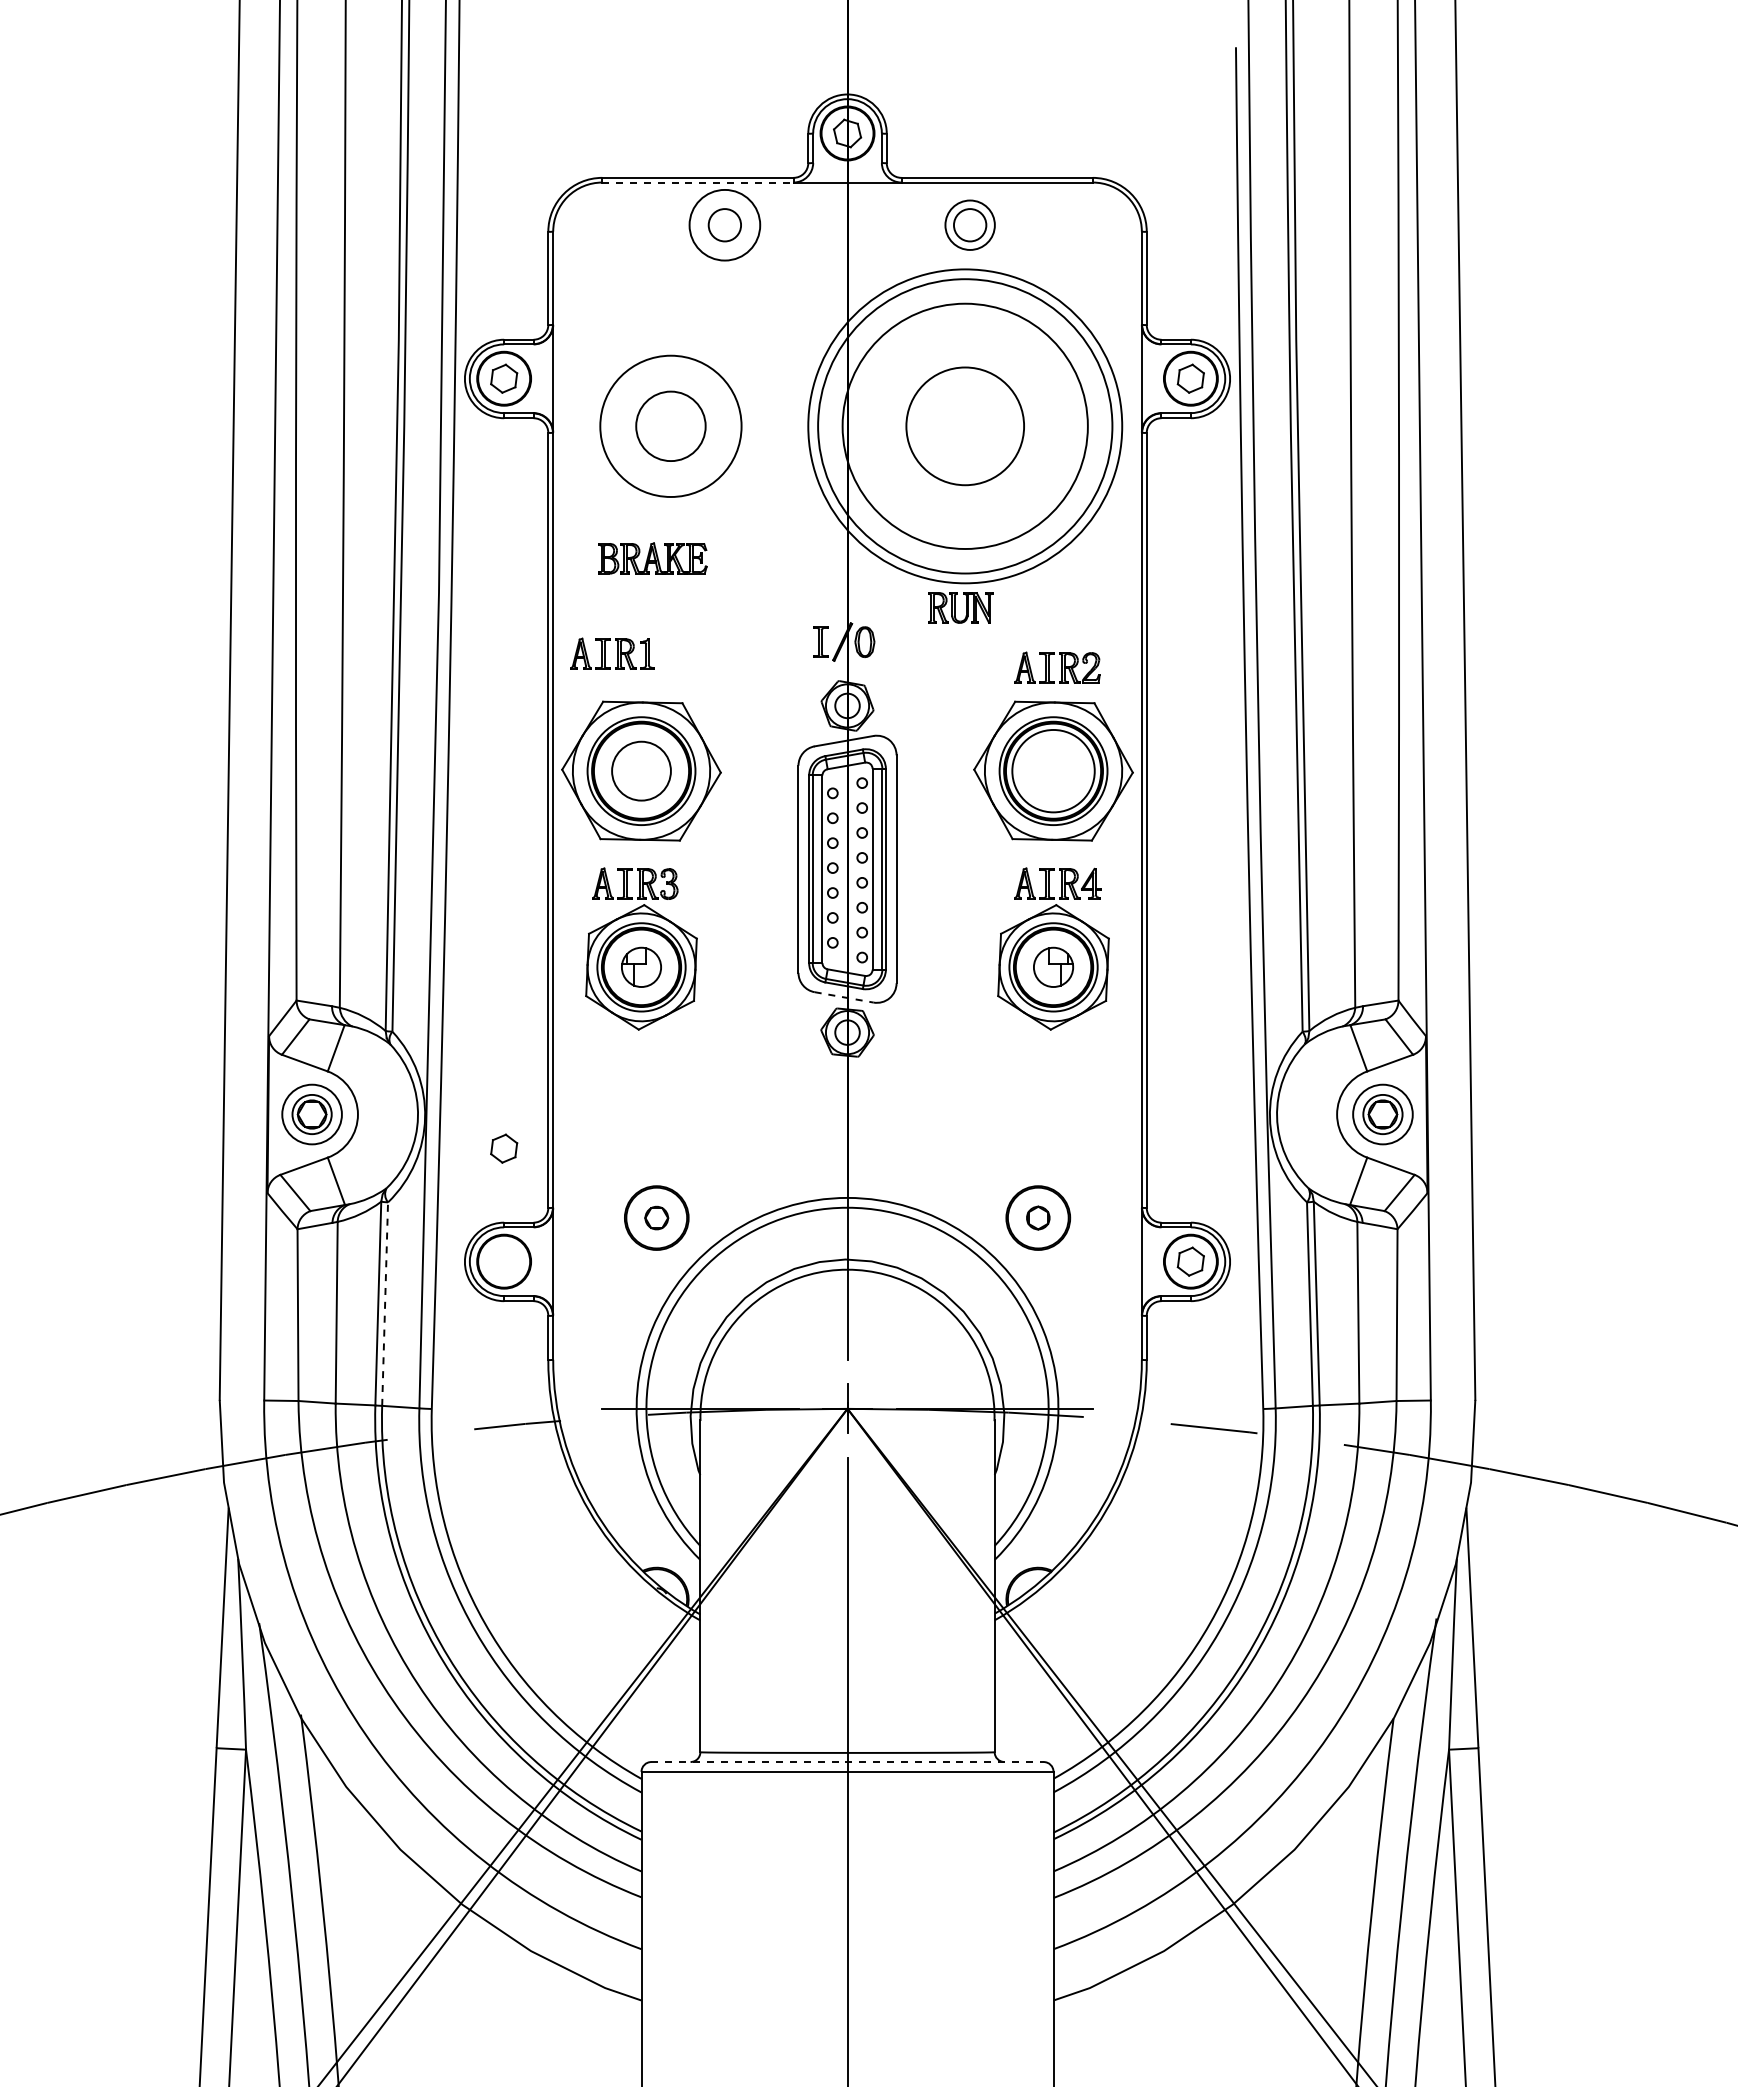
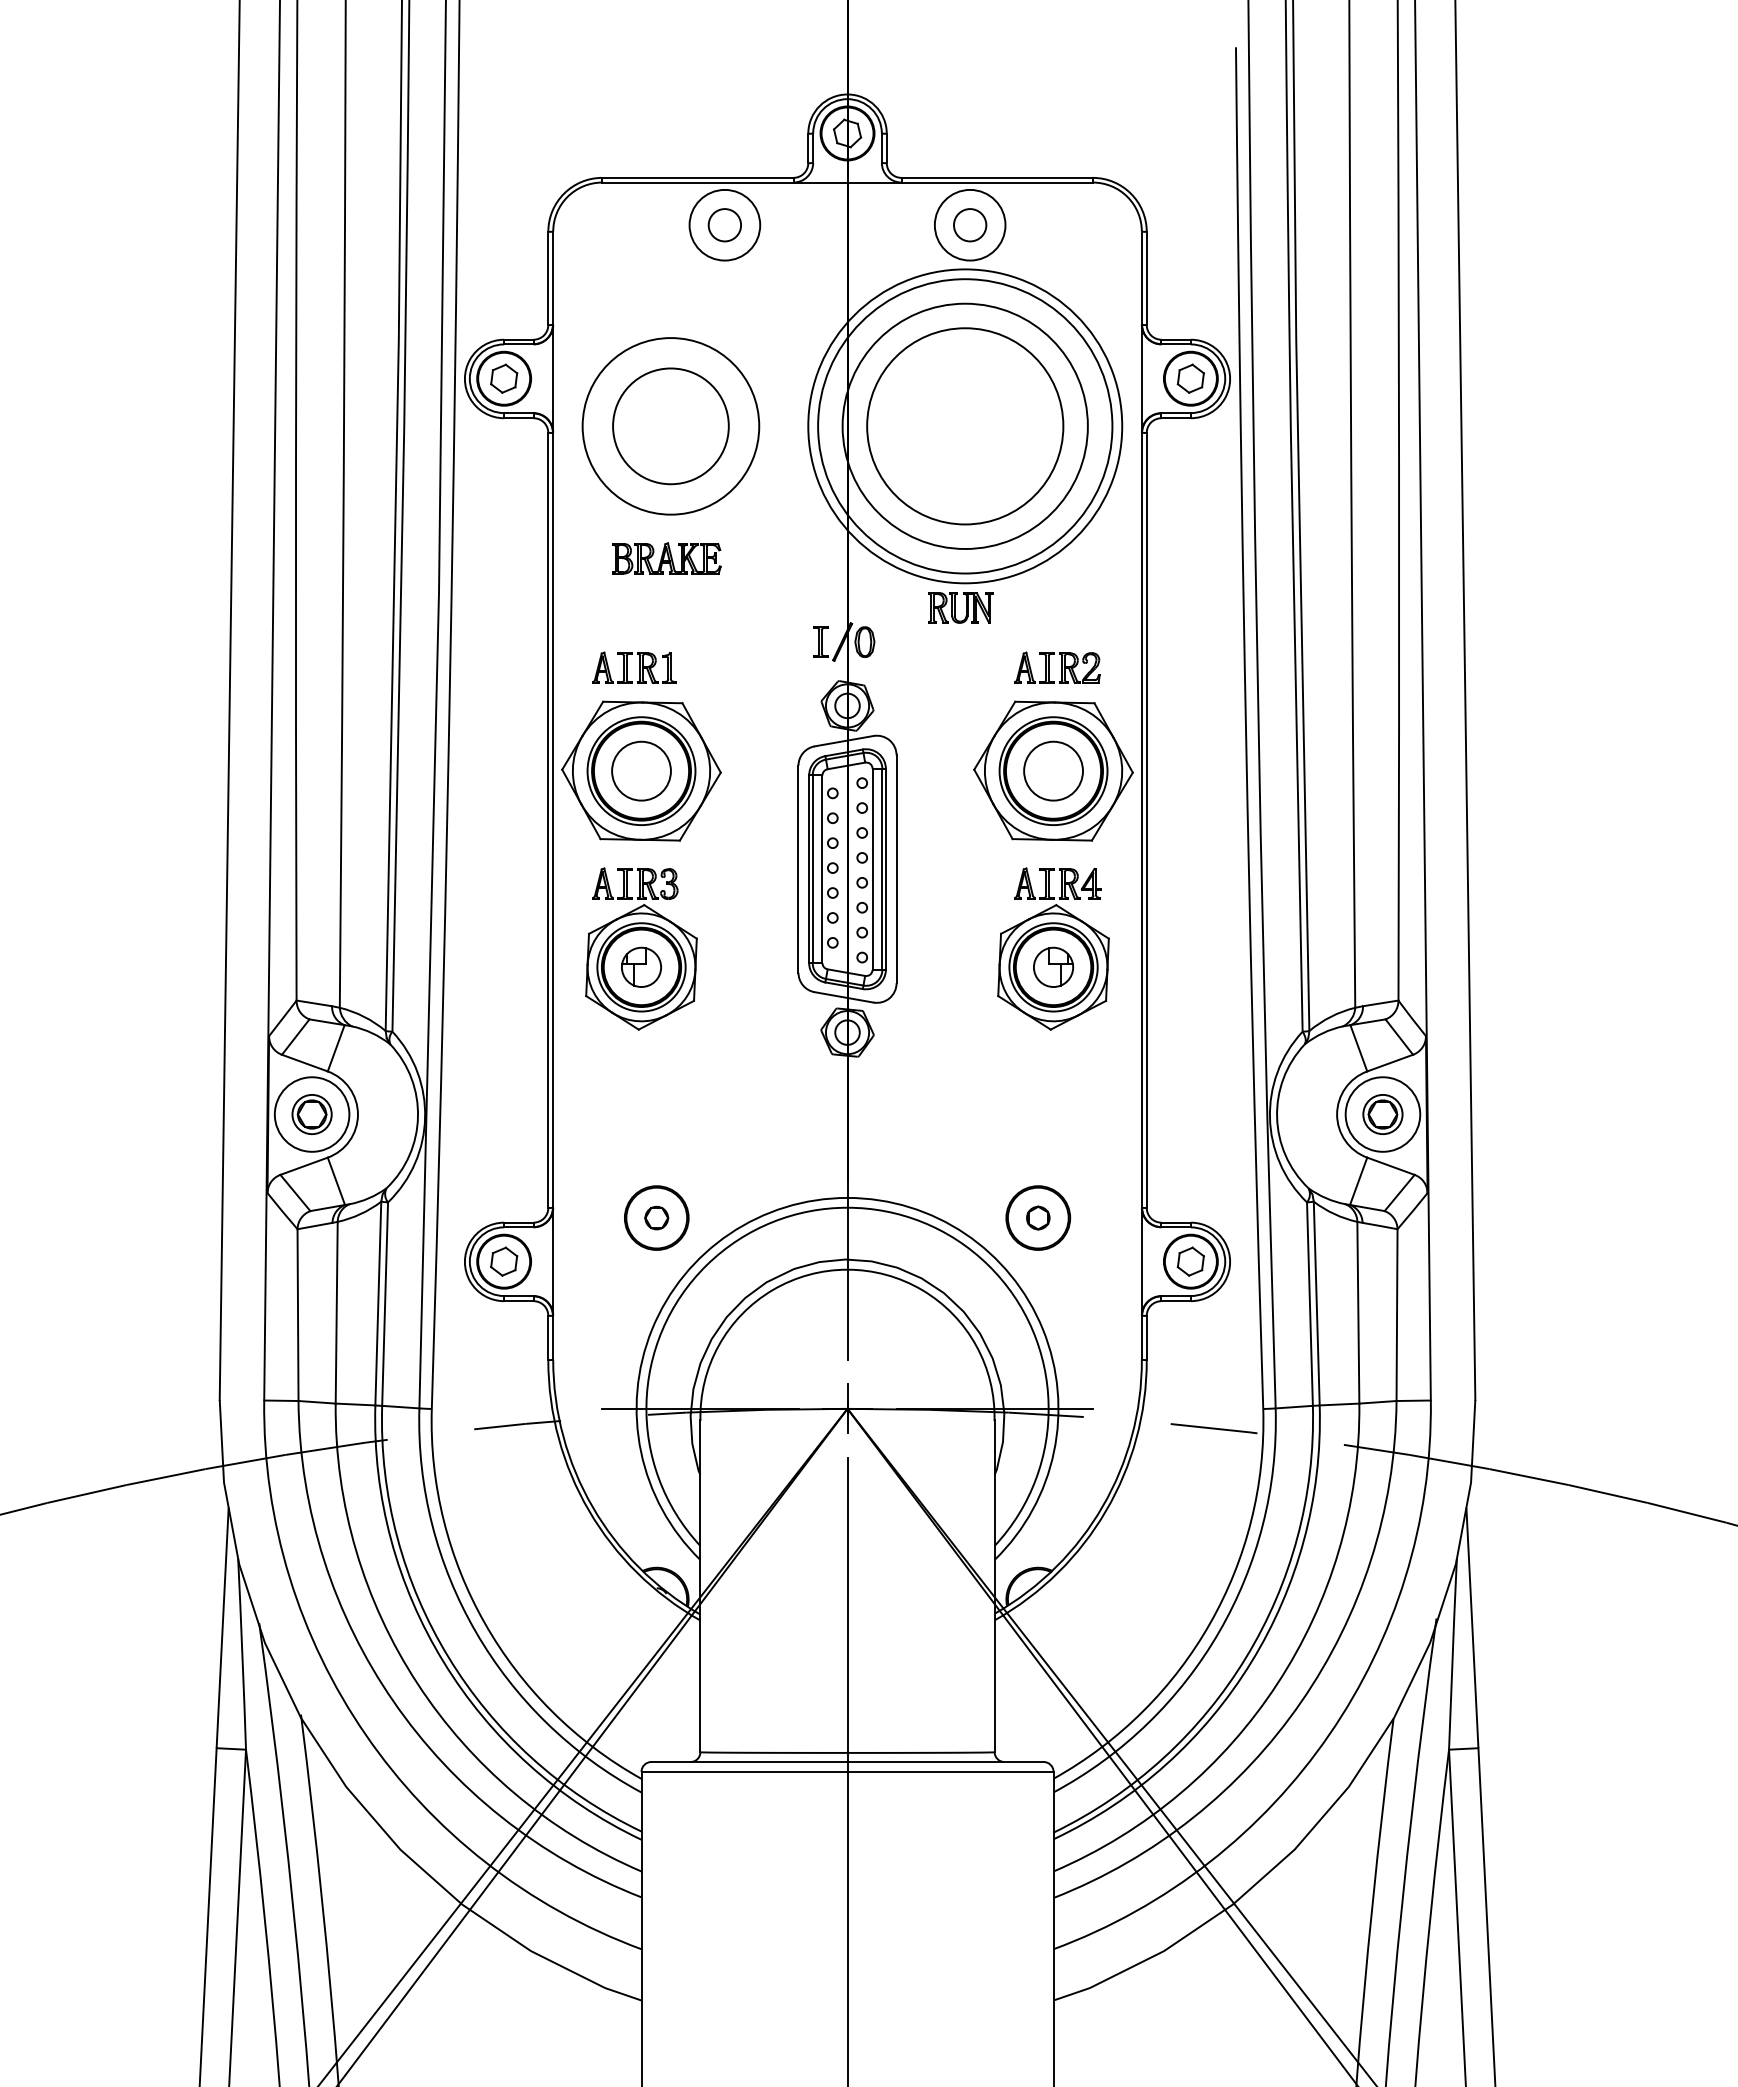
line at (697, 182): dashed -> solid
circle at (969, 224) diameter: 49 px -> 71 px
circle at (670, 426) diameter: 141 px -> 177 px
circle at (670, 426) diameter: 69 px -> 116 px
circle at (965, 426) diameter: 118 px -> 196 px
part at (652, 558) position: (652, 558) -> (666, 558)
part at (612, 653) position: (612, 653) -> (634, 667)
circle at (1053, 770) diameter: 82 px -> 59 px
line at (844, 997): dashed -> solid
circle at (311, 1114) diameter: 60 px -> 75 px
circle at (1382, 1114) diameter: 60 px -> 75 px
part at (504, 1148) position: (504, 1148) -> (504, 1261)
line at (385, 1304): dashed -> solid
line at (848, 1762): dashed -> solid
